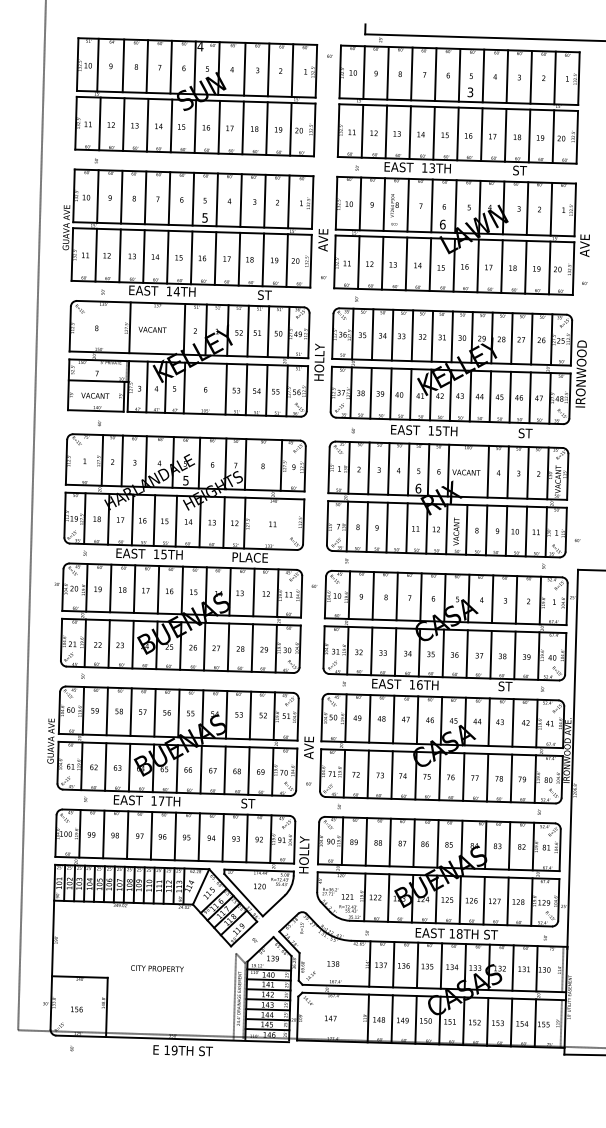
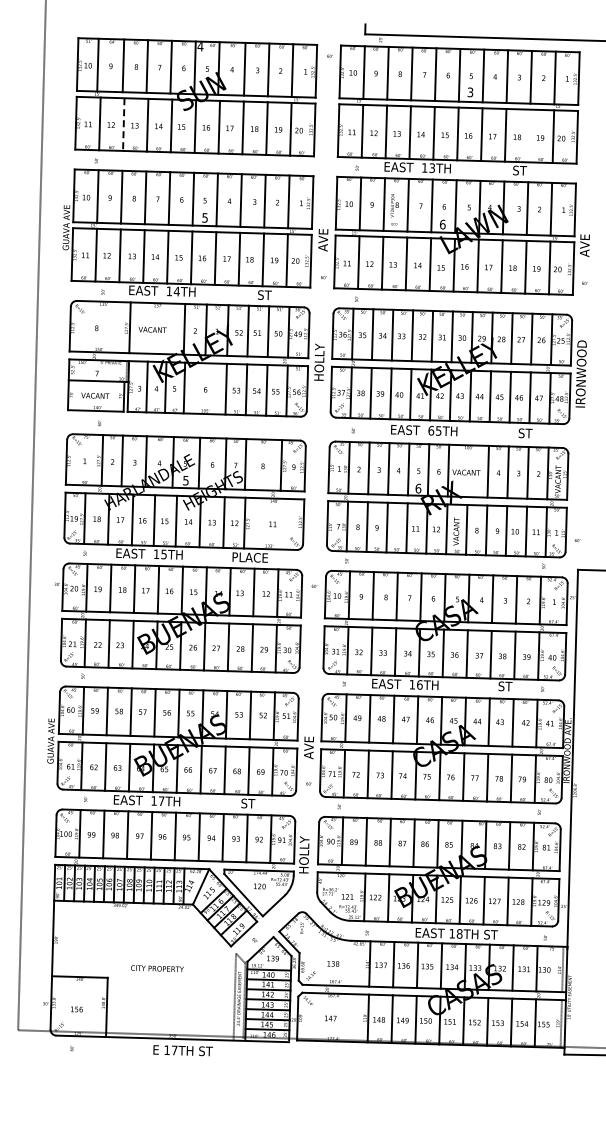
line at (123, 125): solid -> dashed
line at (529, 135): present -> none
text at (431, 430): 15TH -> 65TH
text at (174, 1050): 19TH -> 17TH
